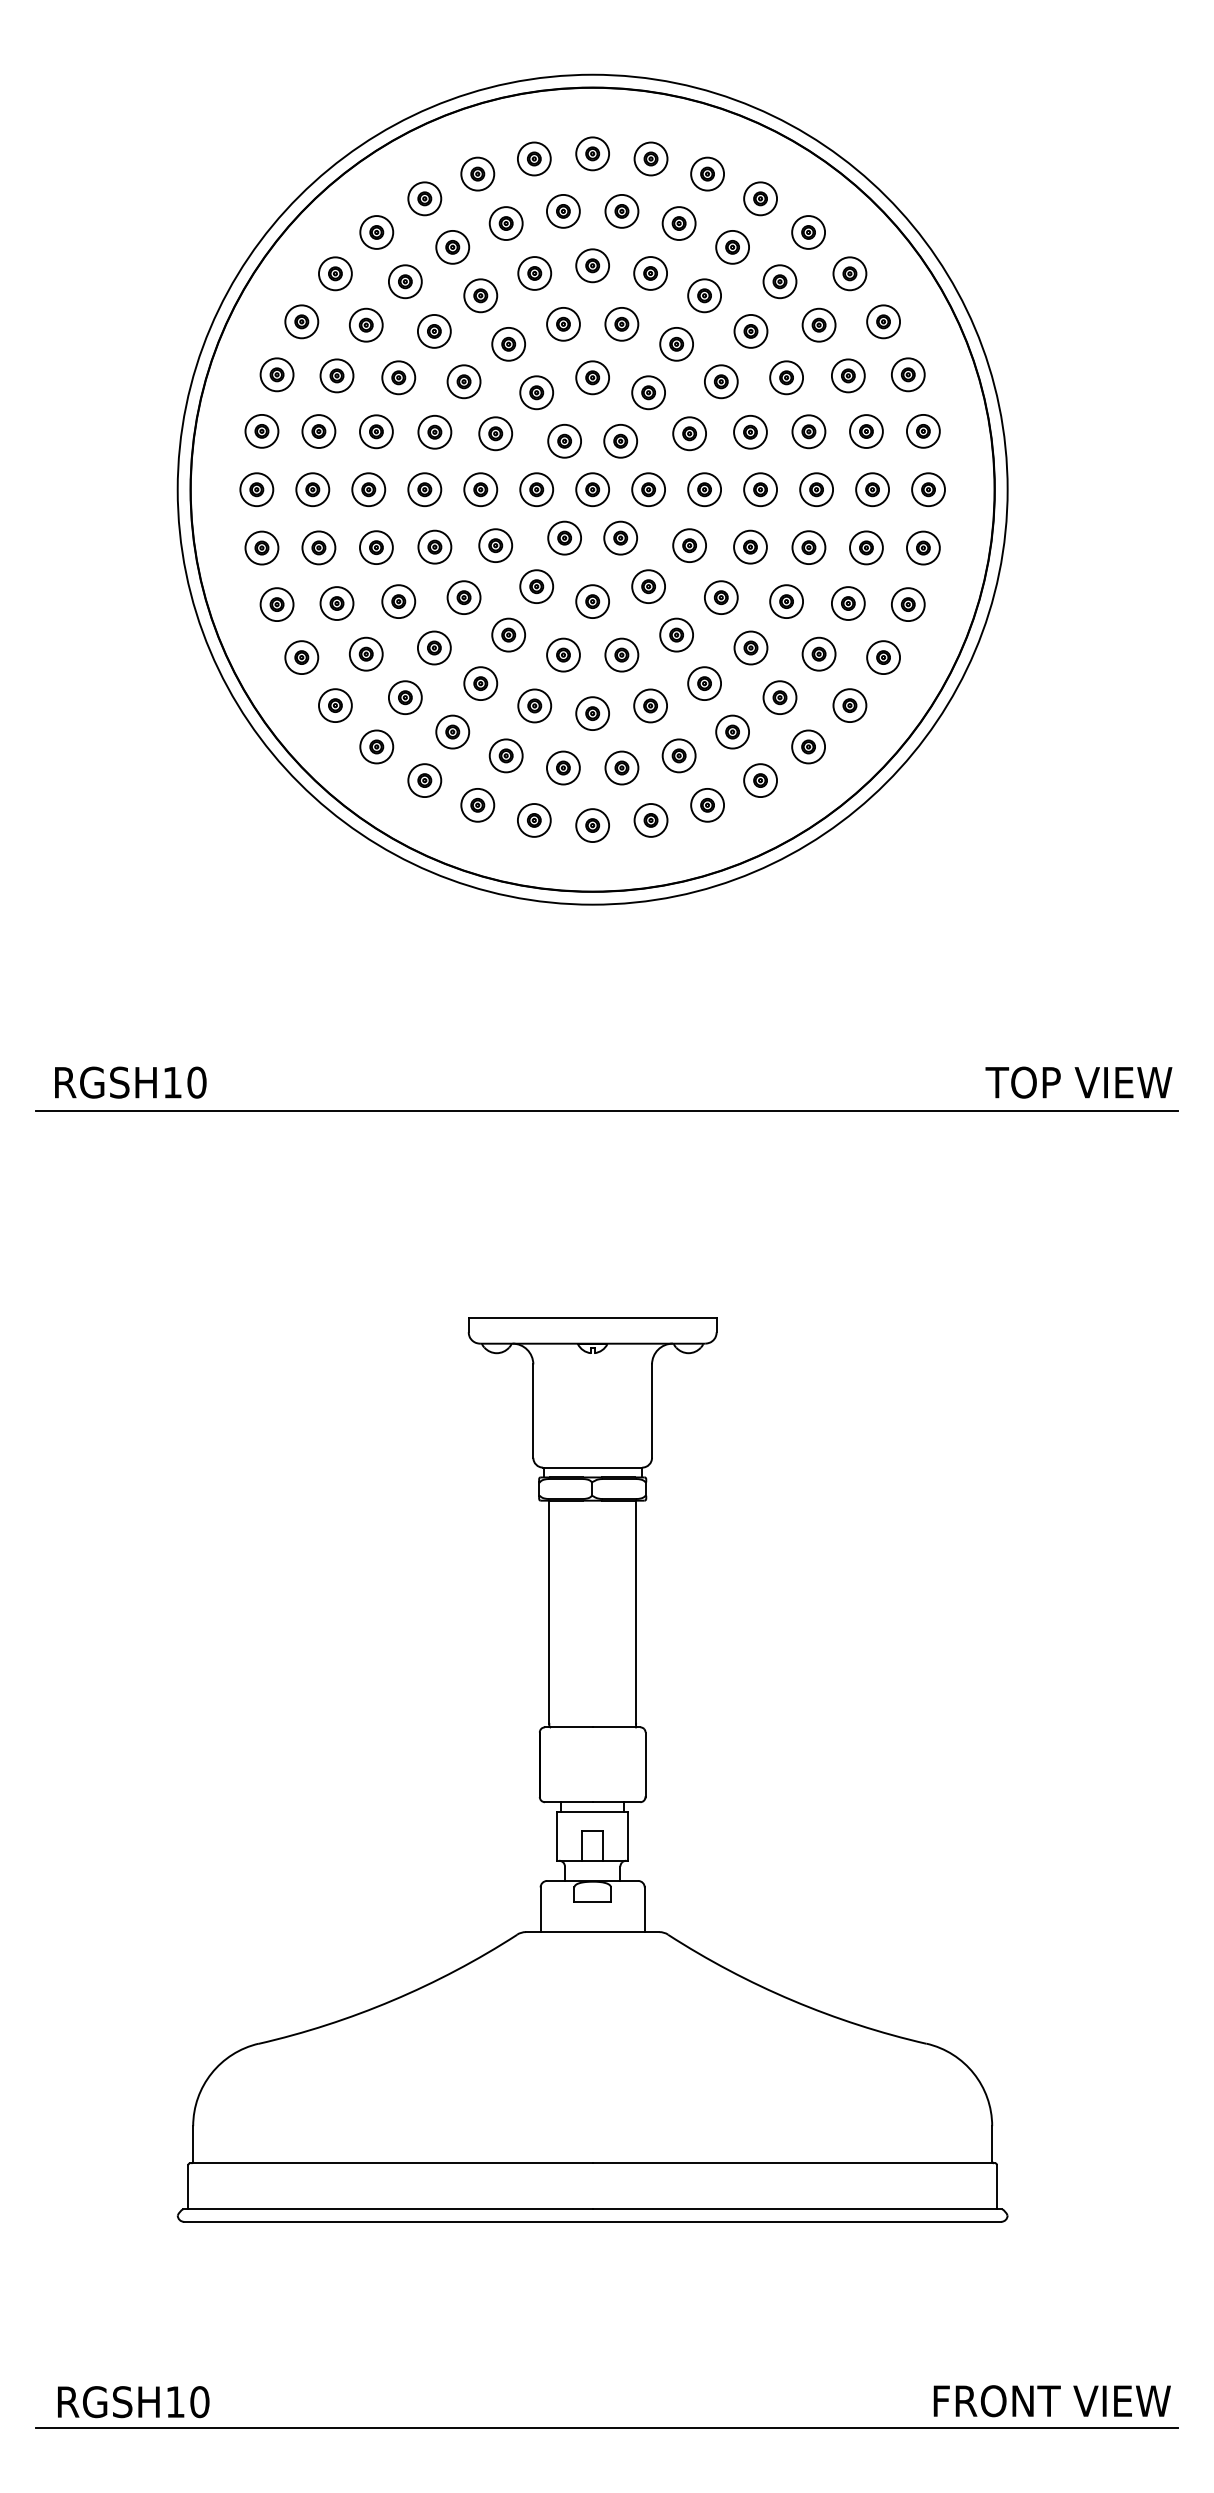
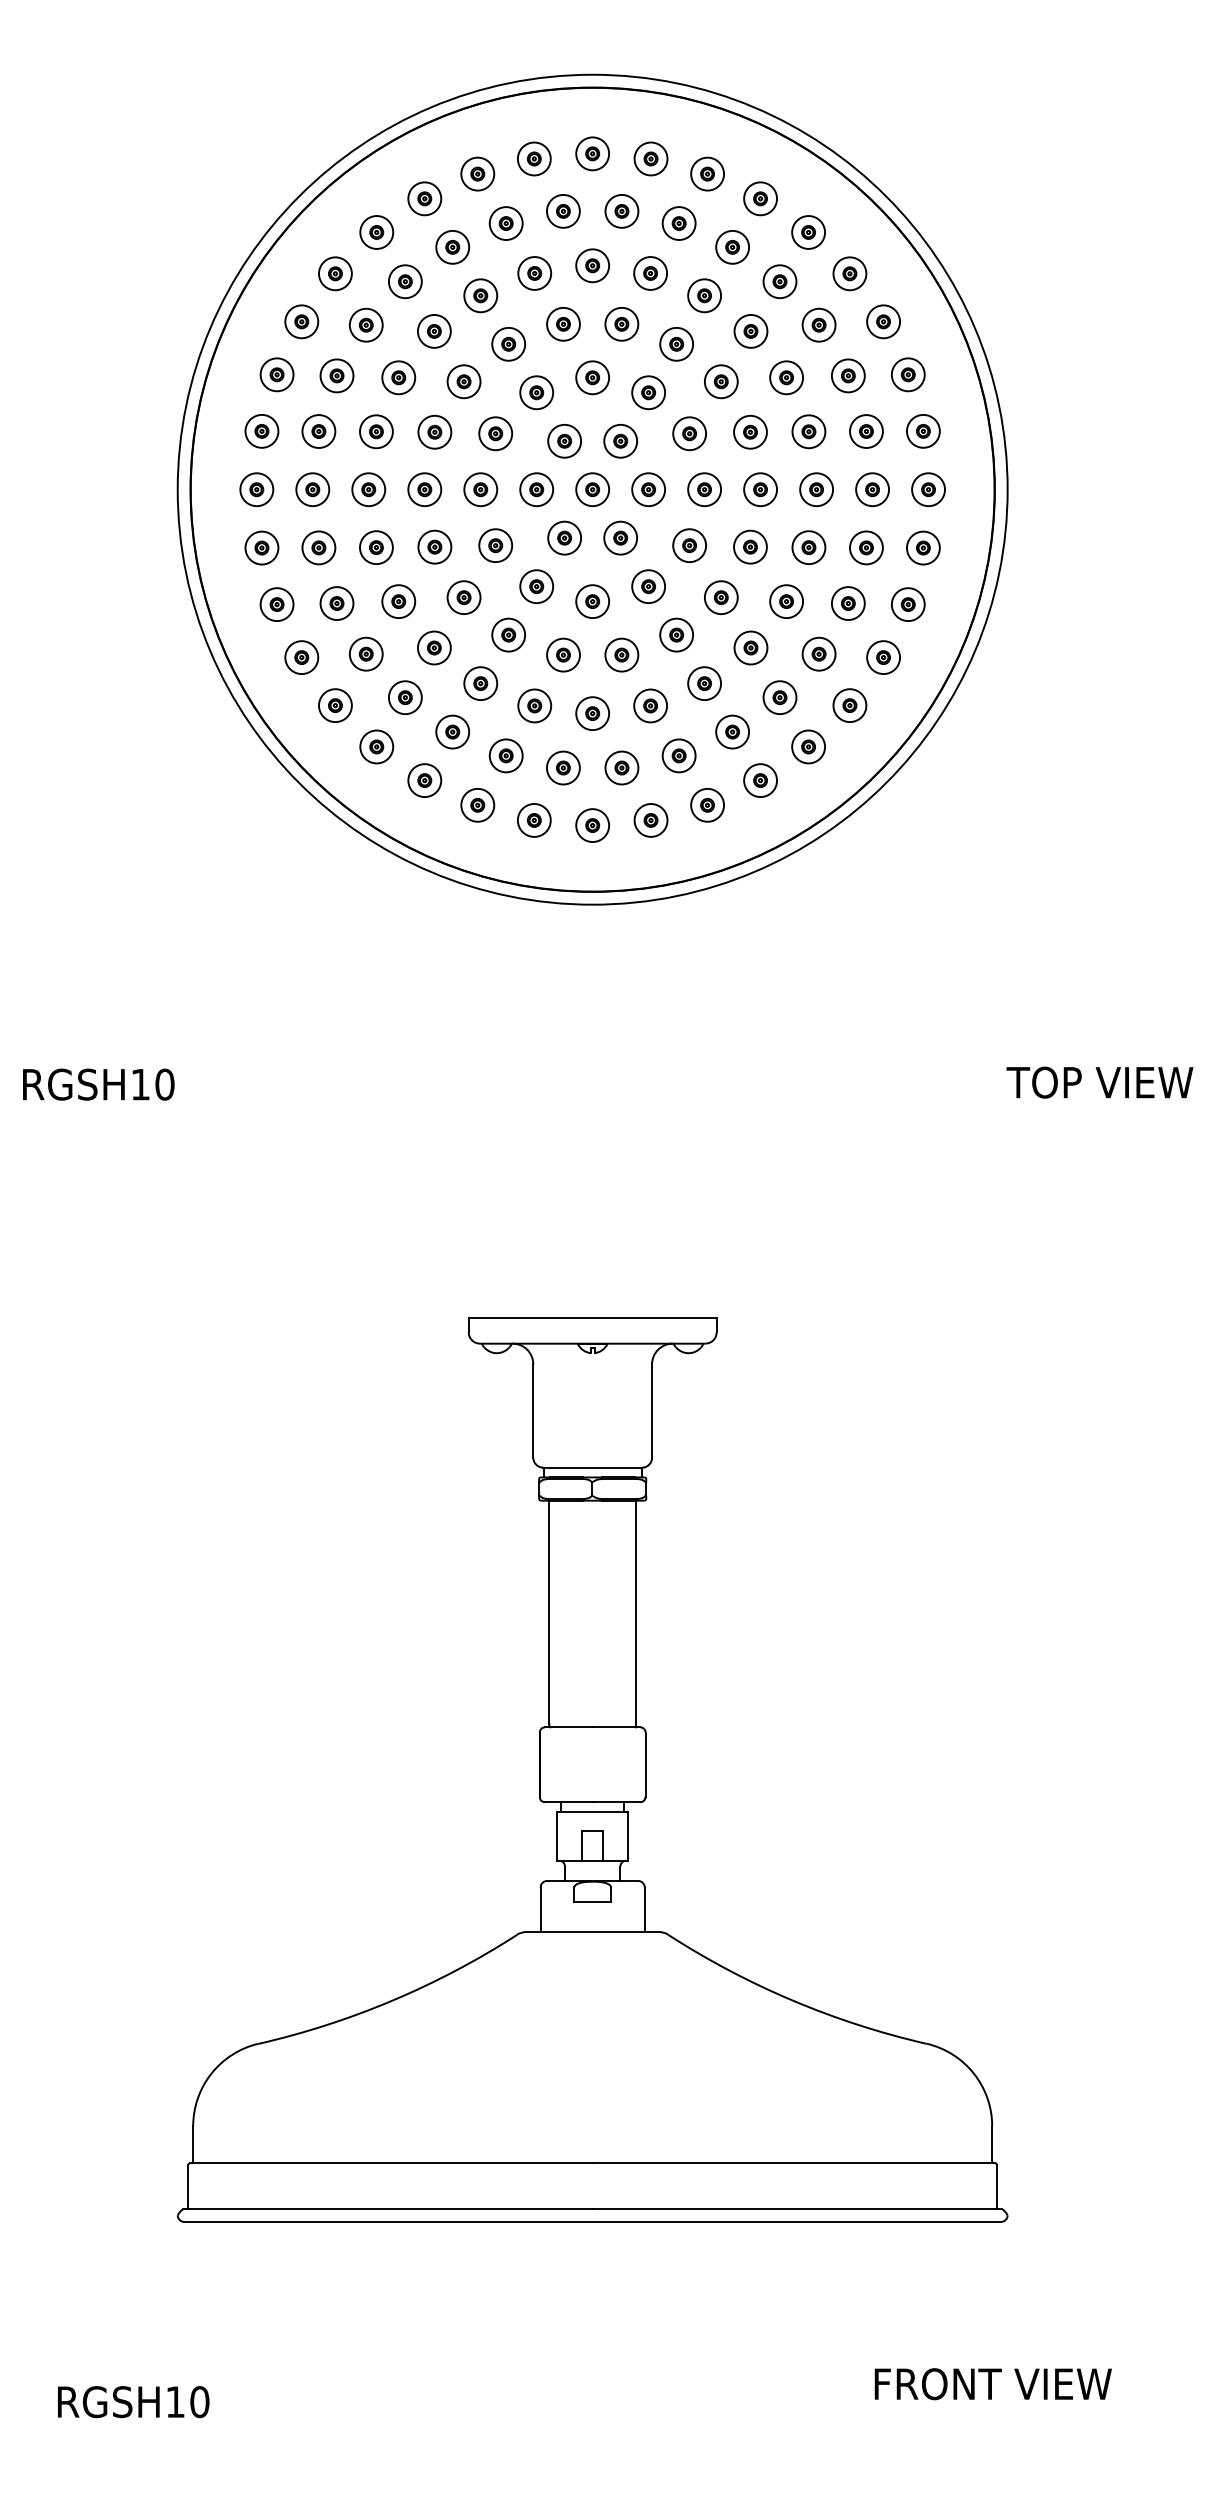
text at (130, 1082) position: (130, 1082) -> (98, 1084)
text at (1078, 1082) position: (1078, 1082) -> (1099, 1082)
line at (606, 1111): present -> none
text at (1051, 2401) position: (1051, 2401) -> (992, 2384)
line at (606, 2428): present -> none
